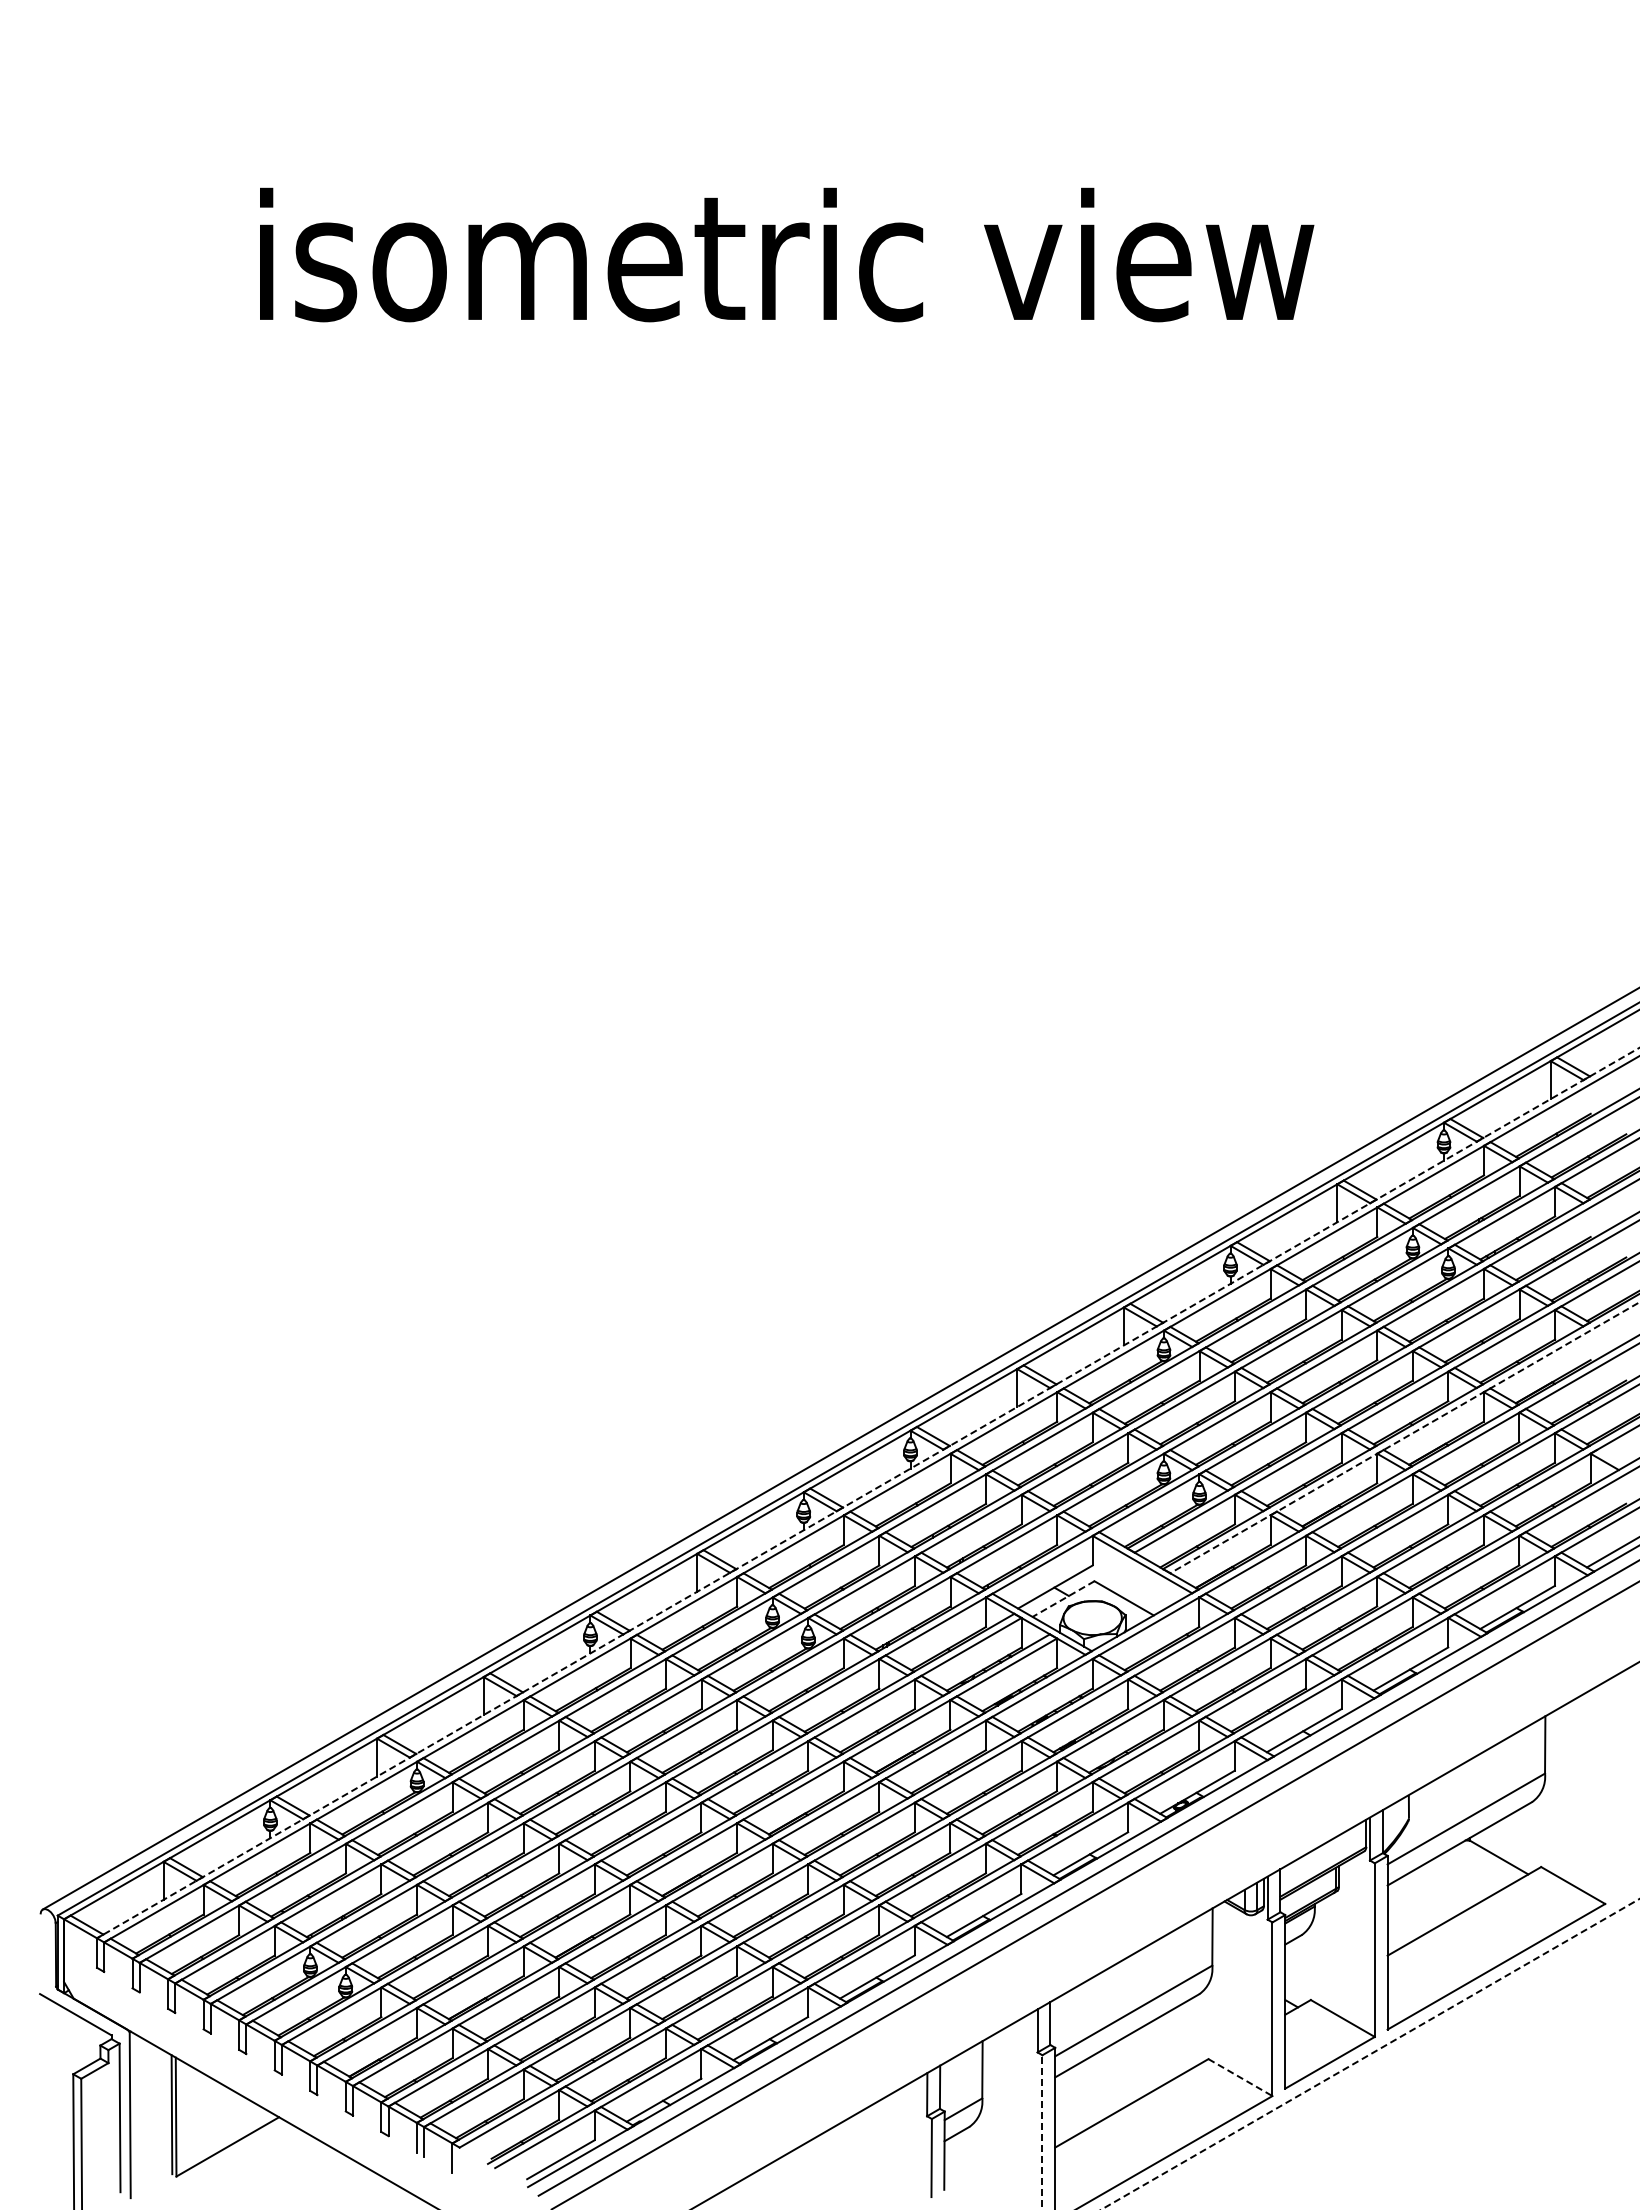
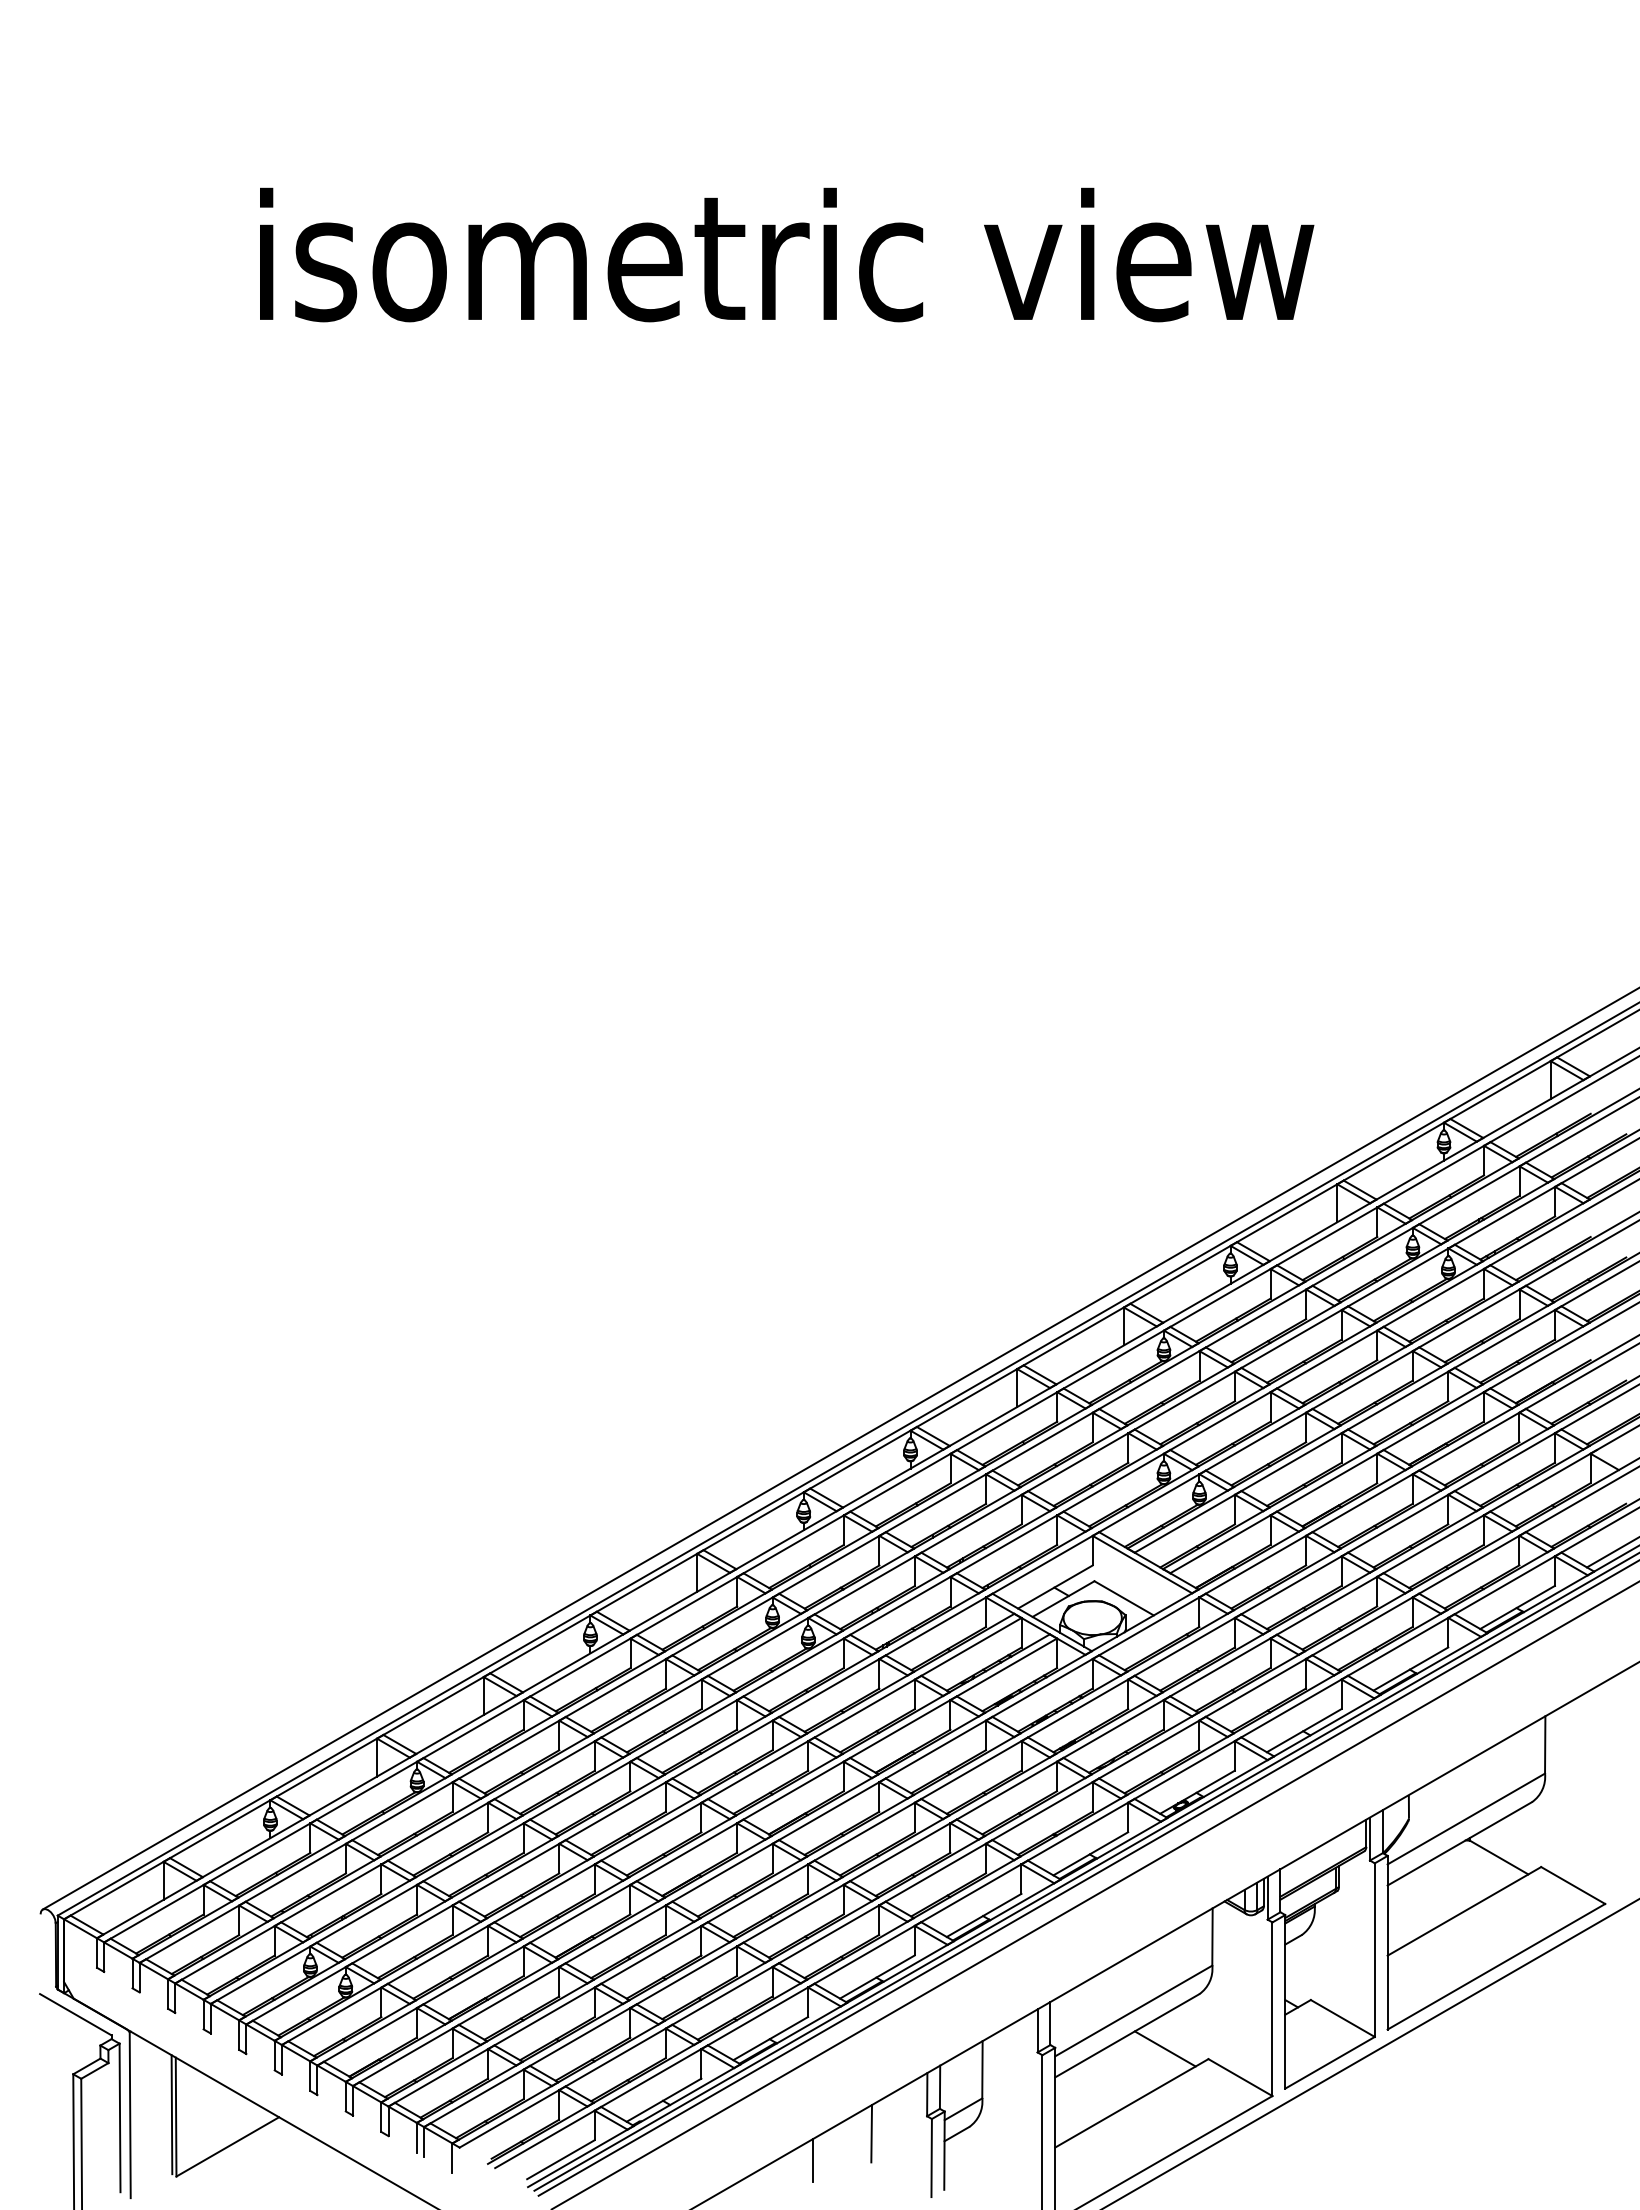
line at (1404, 1437): dashed -> solid
line at (867, 1493): dashed -> solid
line at (1063, 1599): dashed -> solid
line at (1085, 1872): none -> present
line at (1164, 2048): none -> present
line at (1369, 2054): dashed -> solid
line at (1240, 2077): dashed -> solid
line at (1042, 2132): dashed -> solid
line at (871, 2133): none -> present
line at (813, 2160): none -> present
